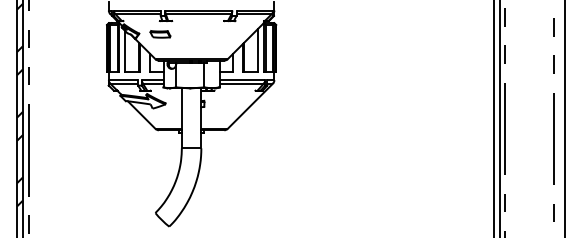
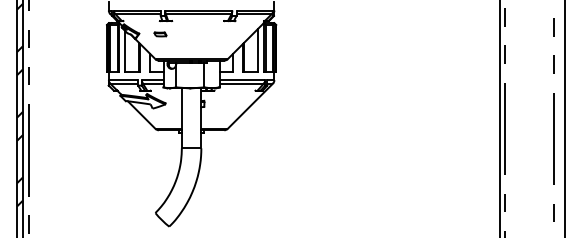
part at (160, 34) size: 23x9 px -> 15x7 px
line at (493, 118): present -> none
